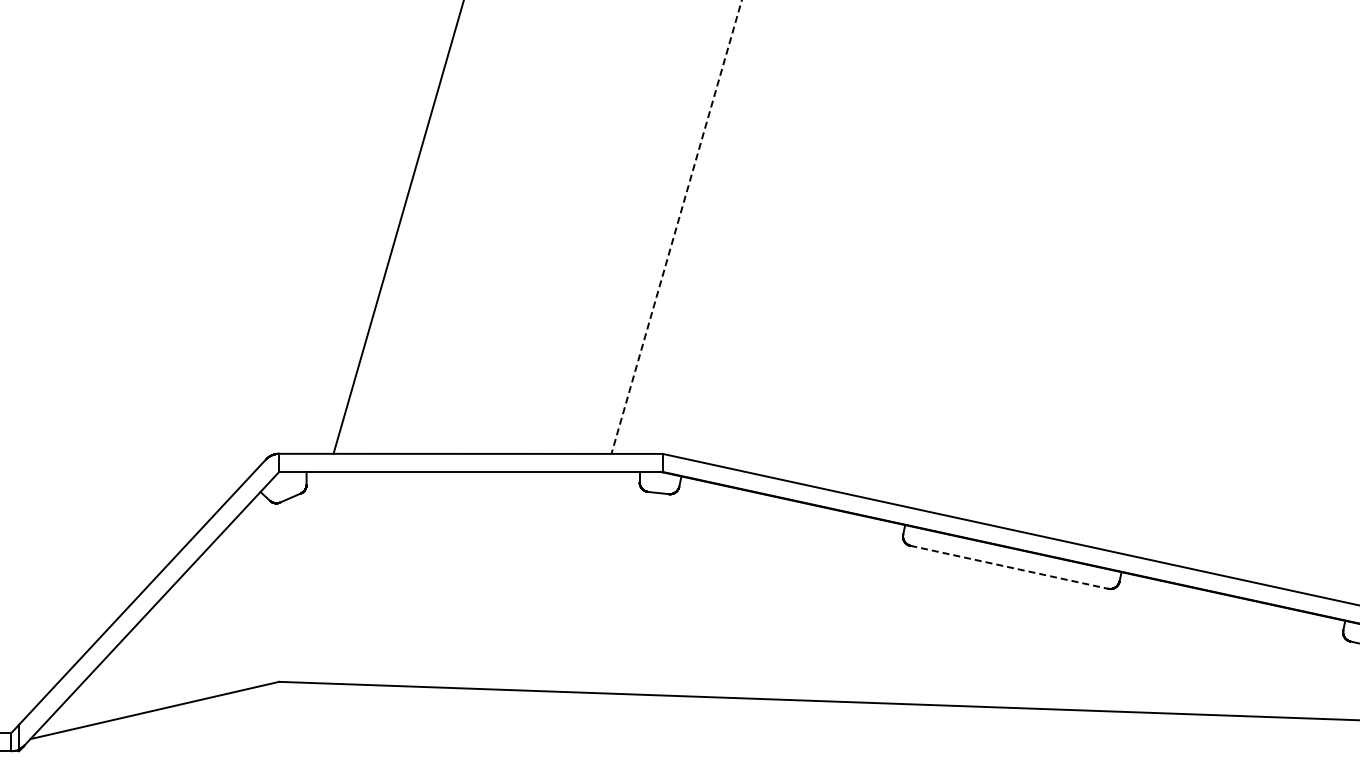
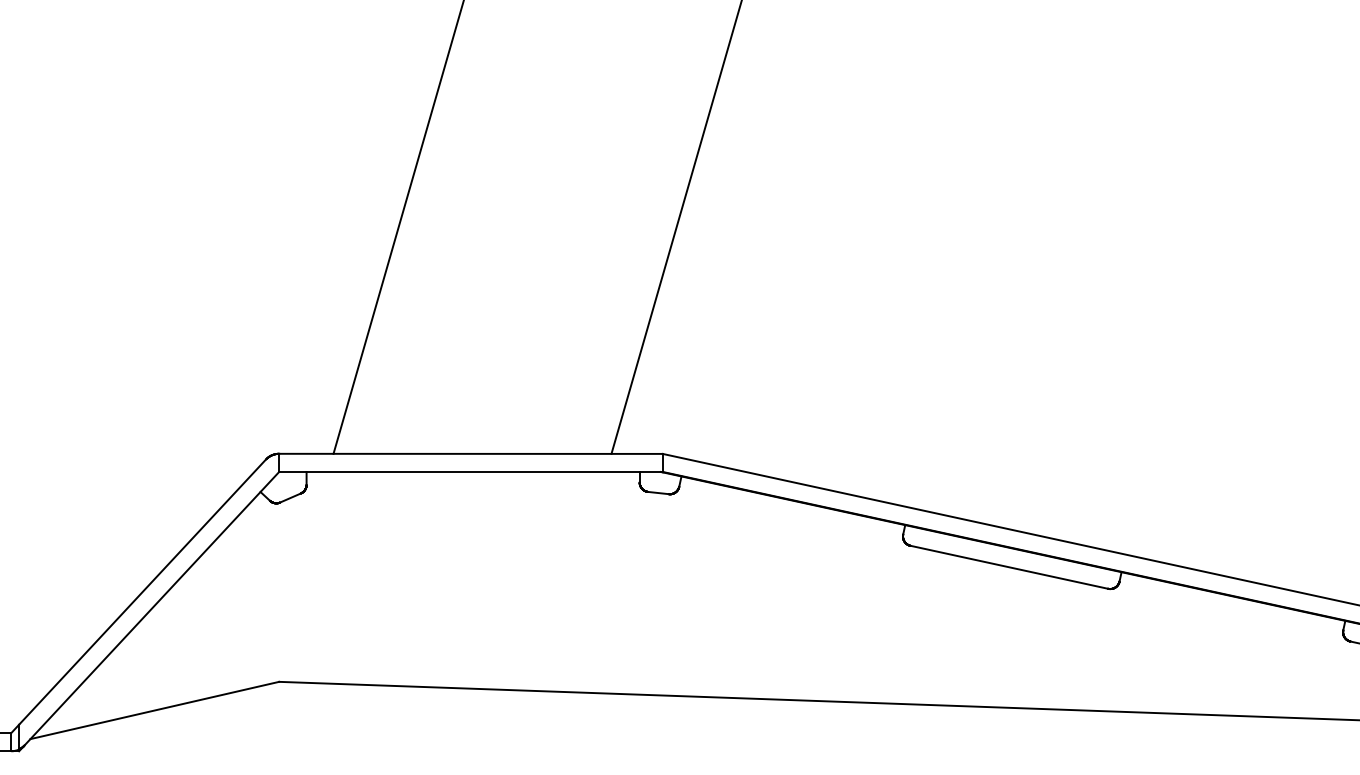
line at (676, 227): dashed -> solid
line at (1009, 567): dashed -> solid
